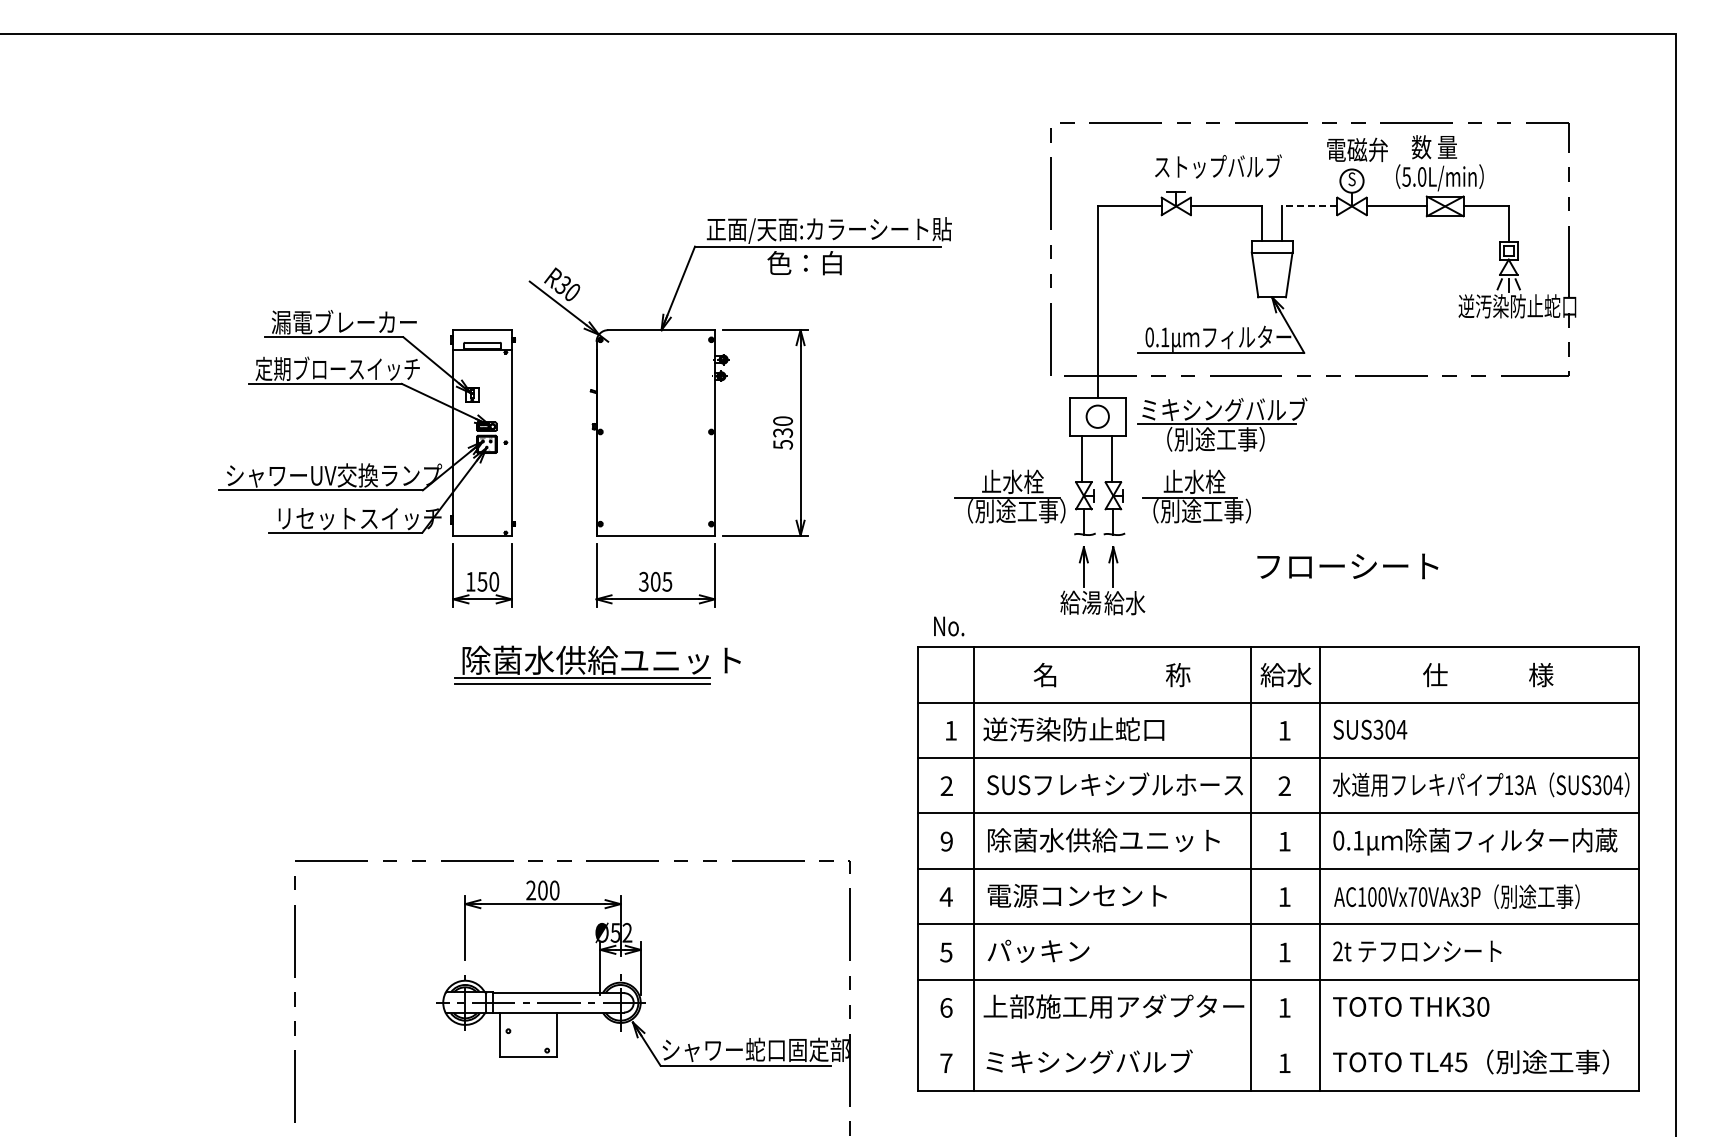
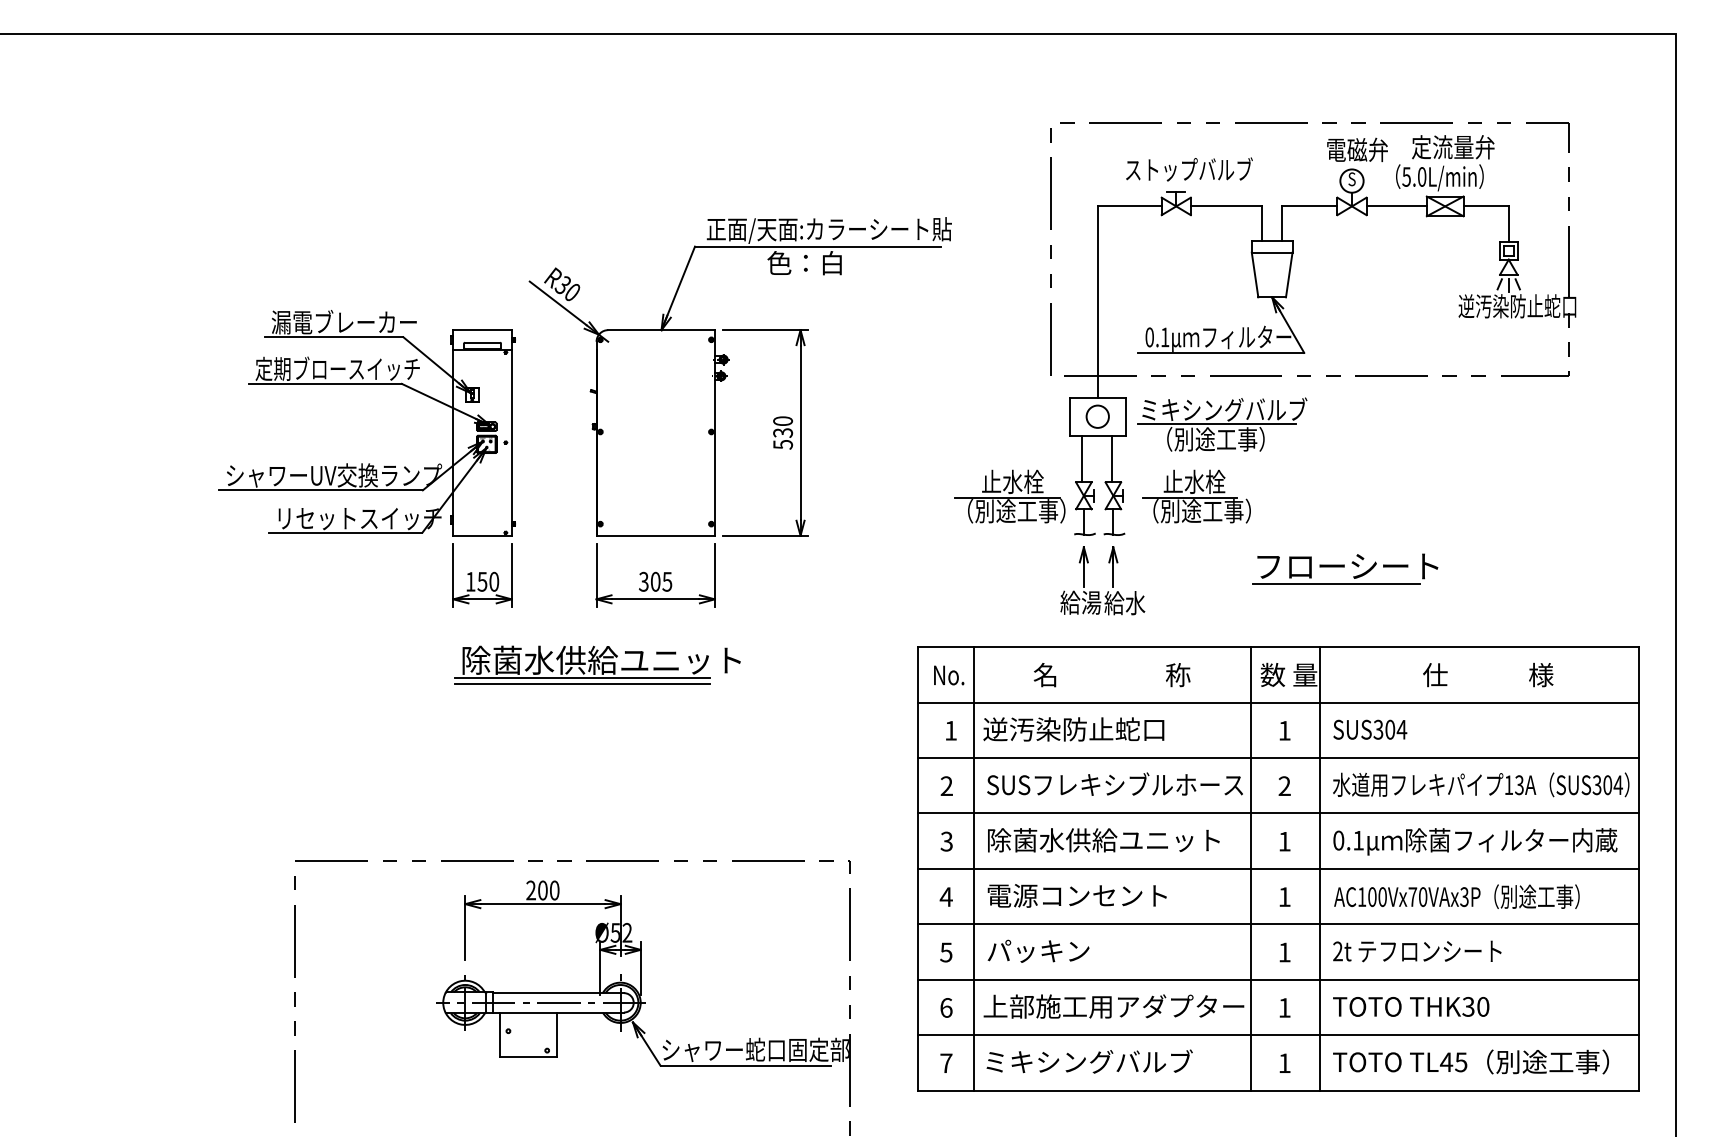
text at (1452, 147): 数 量 -> 定流量弁
text at (1218, 166) position: (1218, 166) -> (1189, 169)
line at (1309, 206): dashed -> solid
line at (1335, 583): none -> present
text at (949, 626) position: (949, 626) -> (949, 675)
text at (1288, 674): 給水 -> 数 量
text at (946, 841): 9 -> 3
line at (1278, 1035): none -> present
